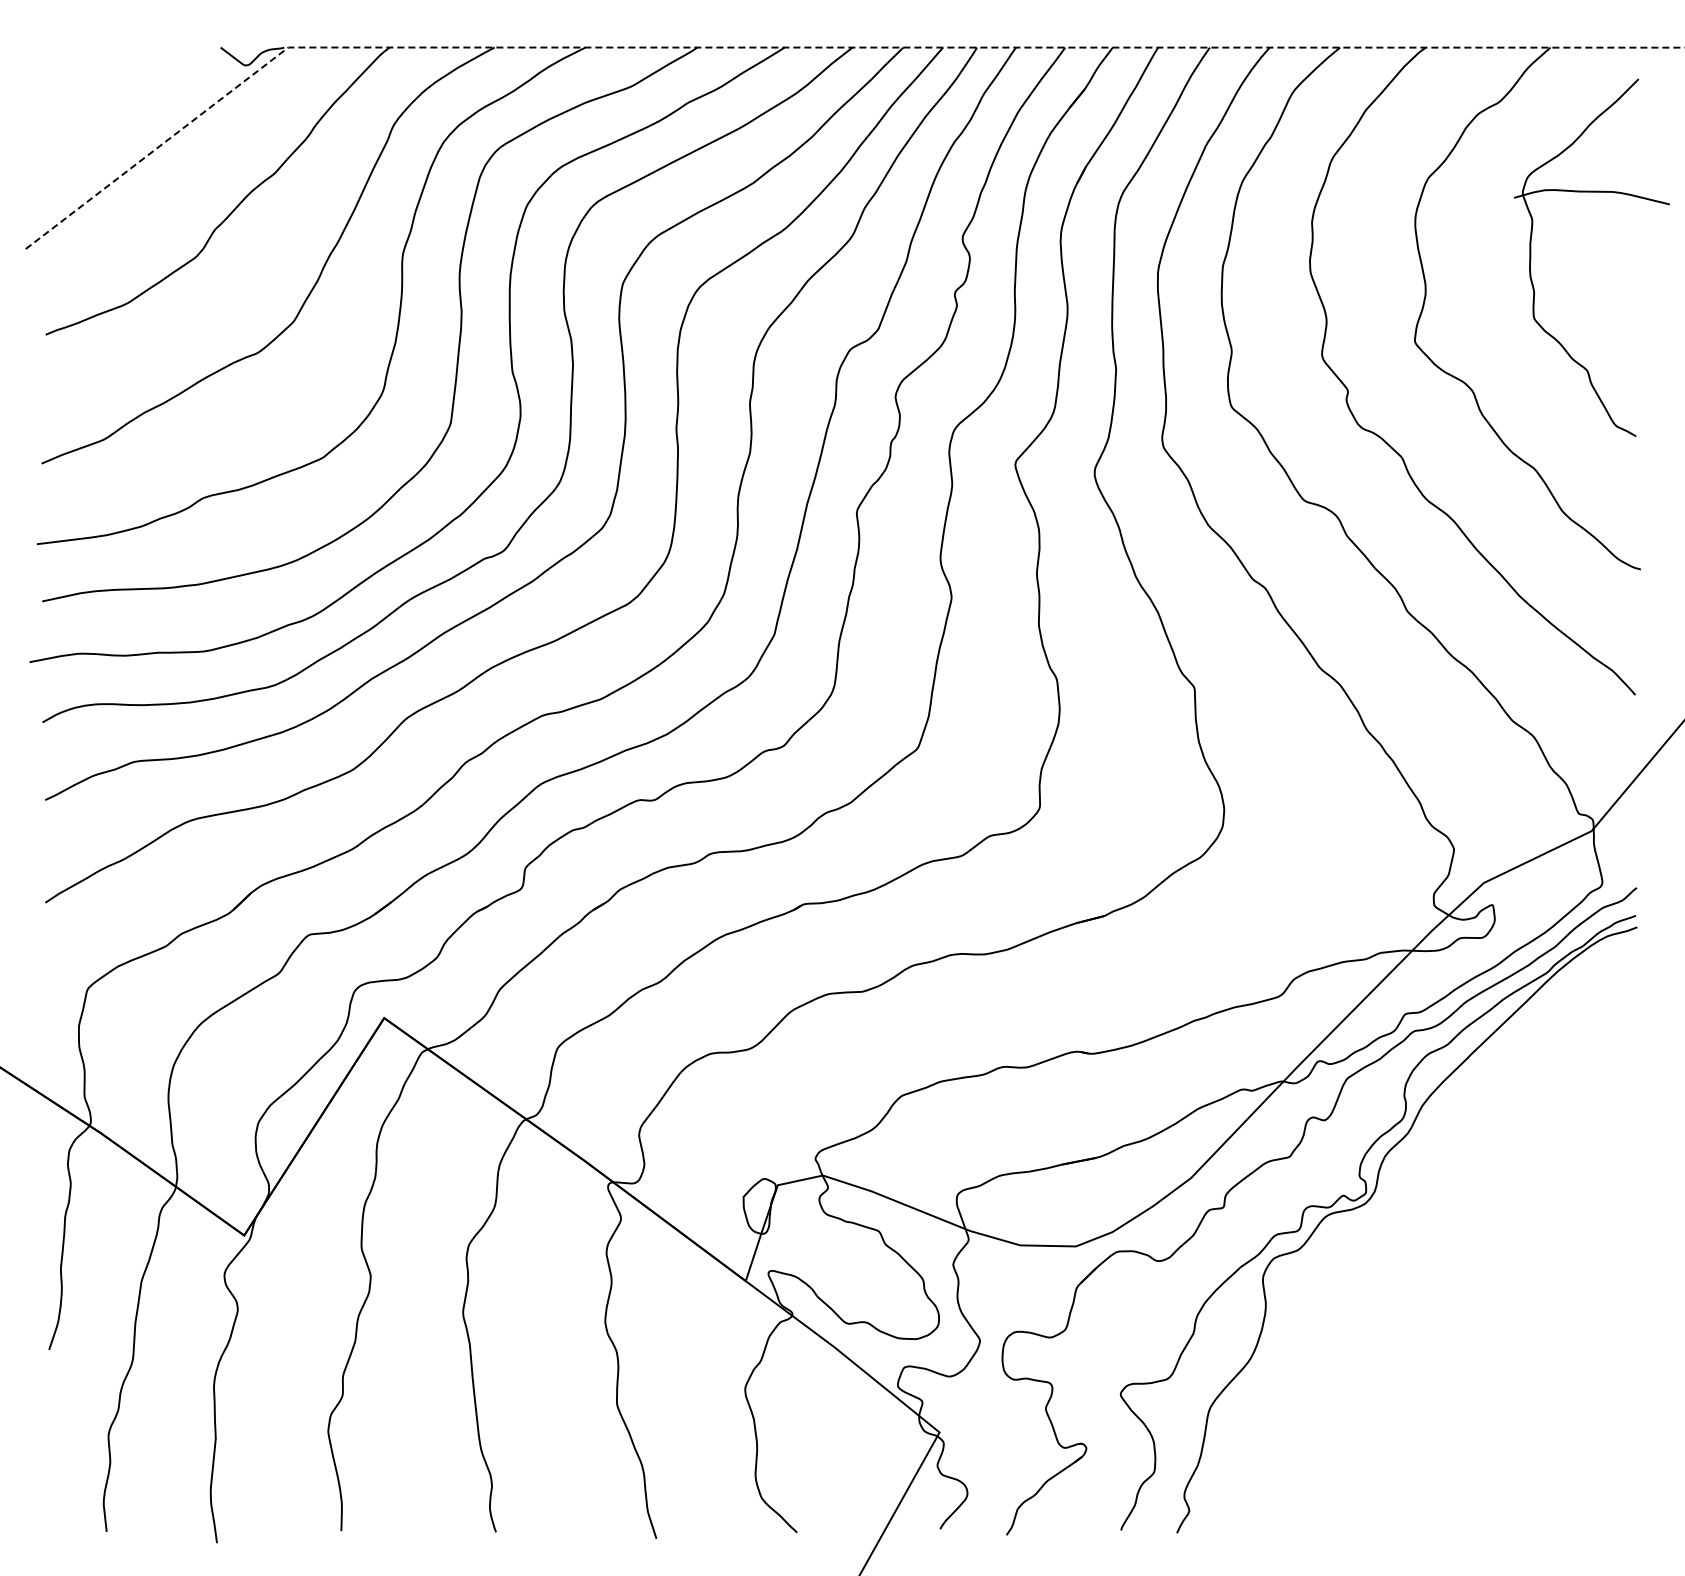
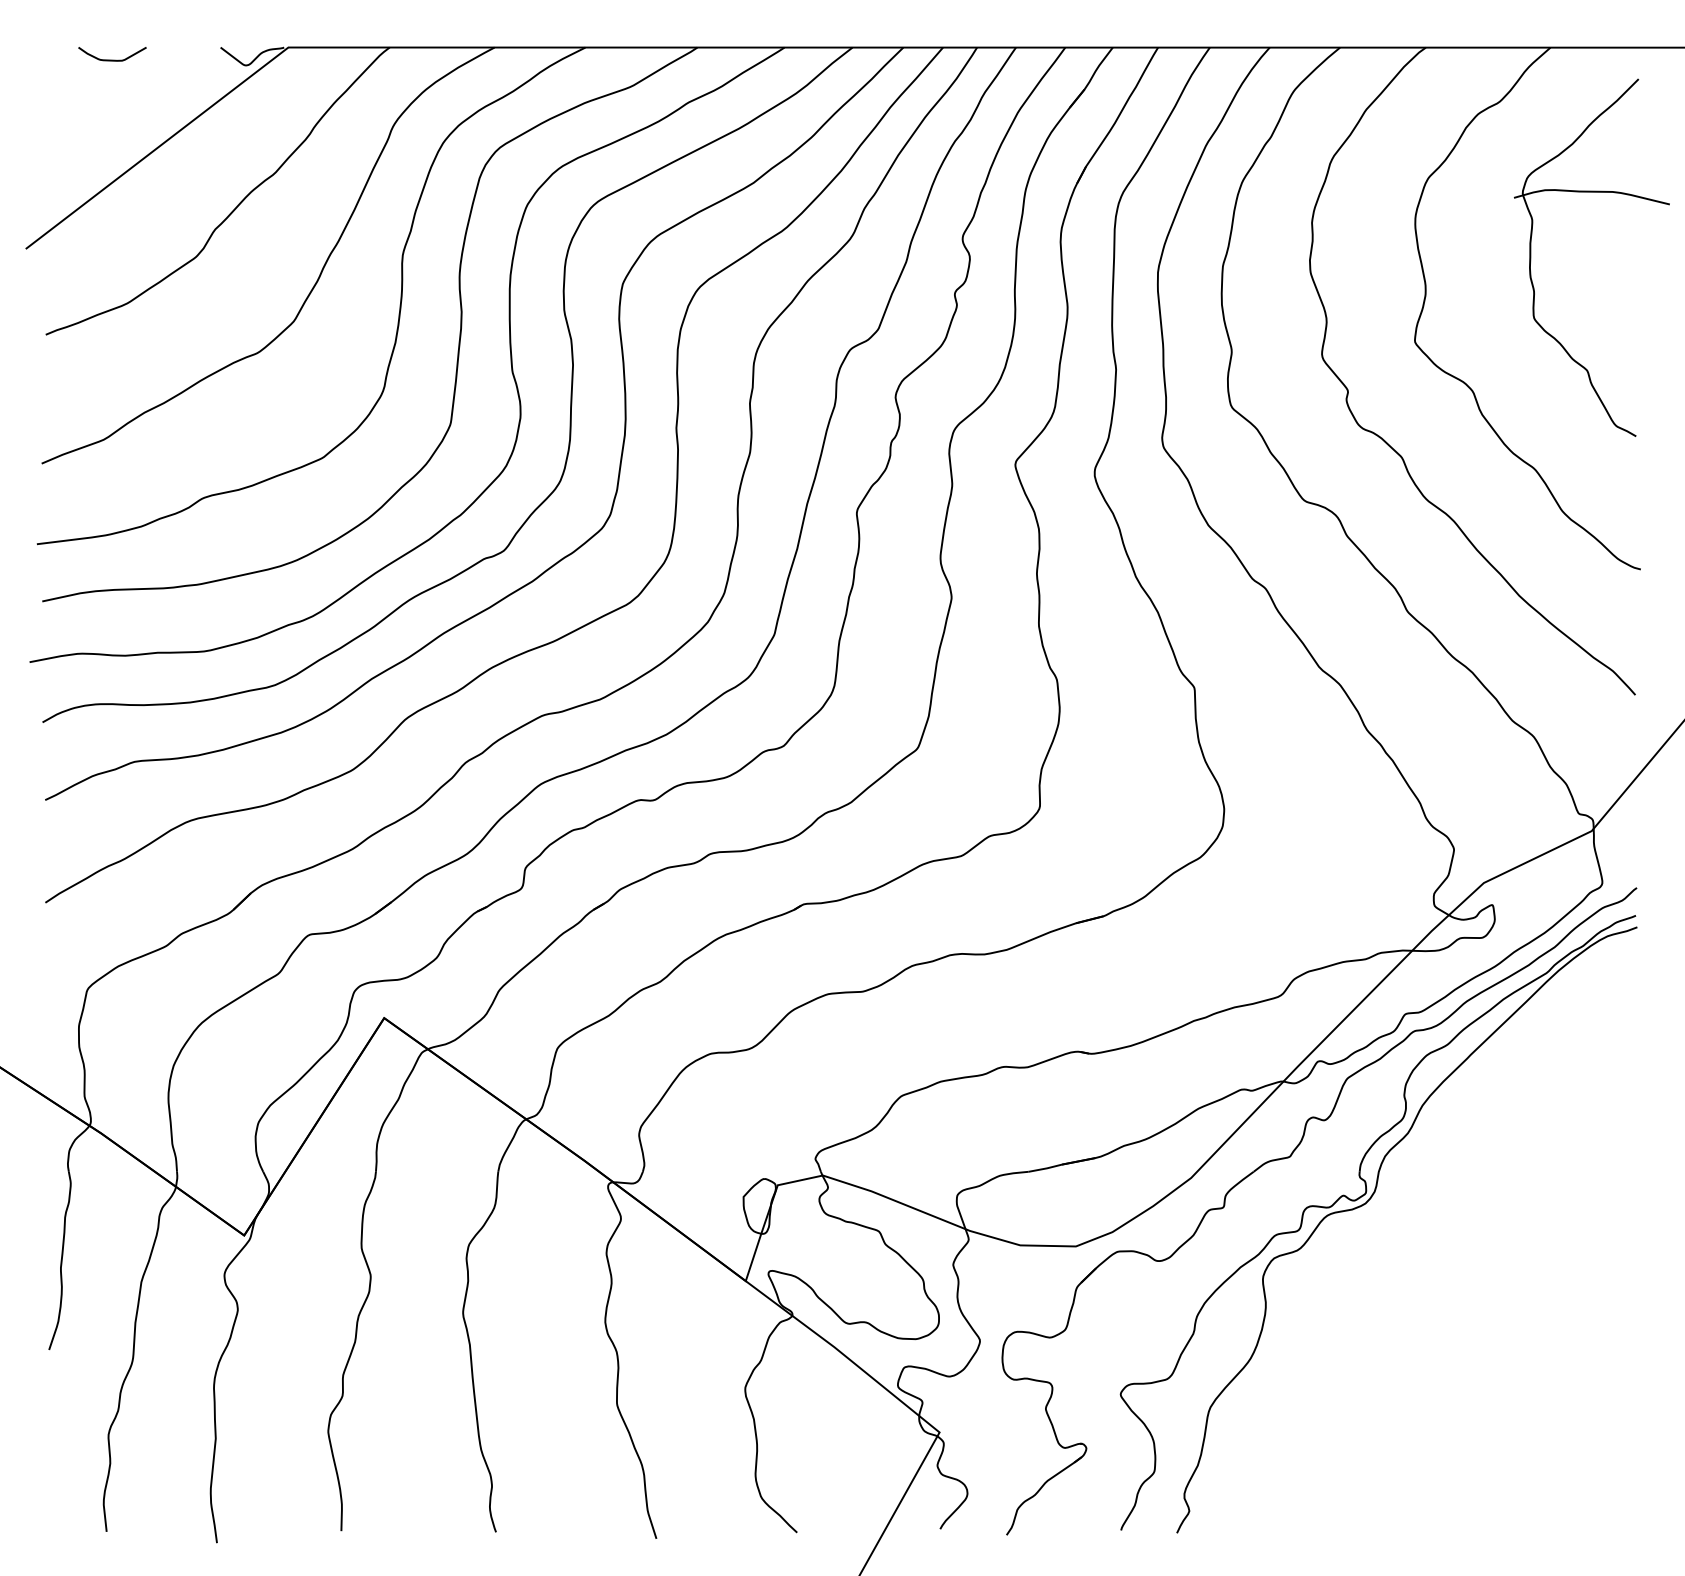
line at (819, 47): dashed -> solid
curve at (112, 59): none -> present
